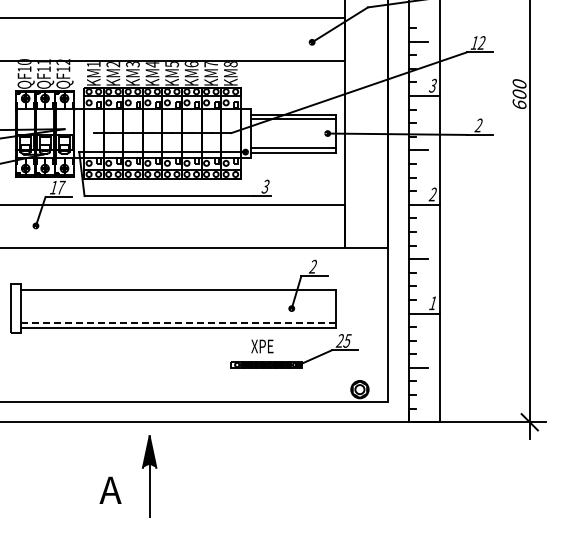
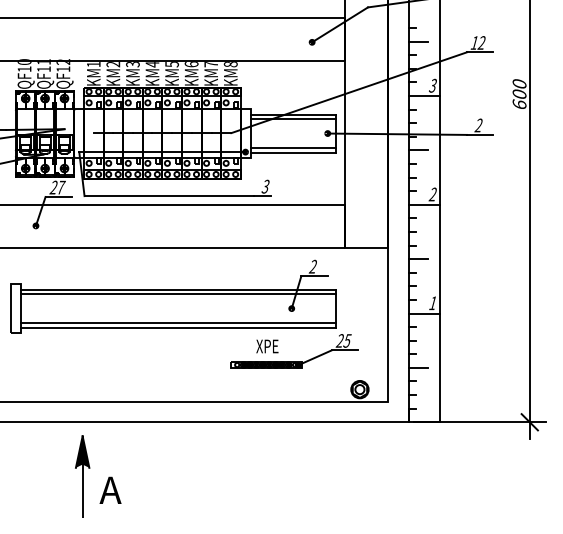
text at (53, 187): 17 -> 27
line at (178, 293): none -> present
line at (178, 323): dashed -> solid
text at (262, 346) position: (262, 346) -> (267, 346)
part at (149, 476) position: (149, 476) -> (82, 476)
